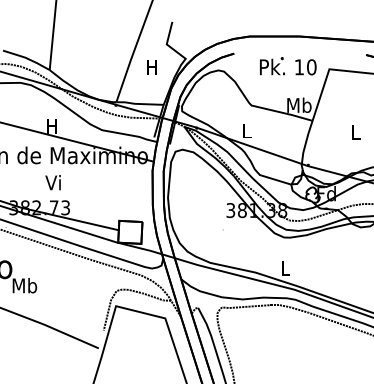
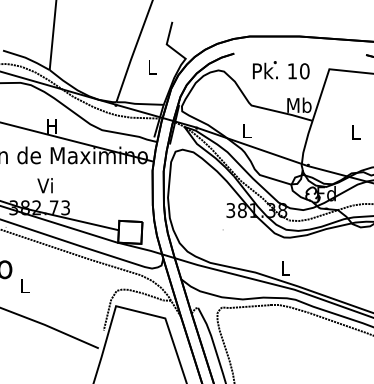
text at (151, 67): H -> L
part at (284, 72) position: (284, 72) -> (277, 76)
text at (52, 182) position: (52, 182) -> (44, 185)
text at (24, 285): Mb -> L
